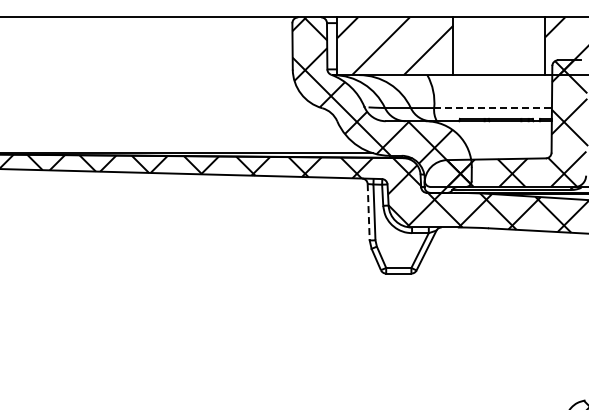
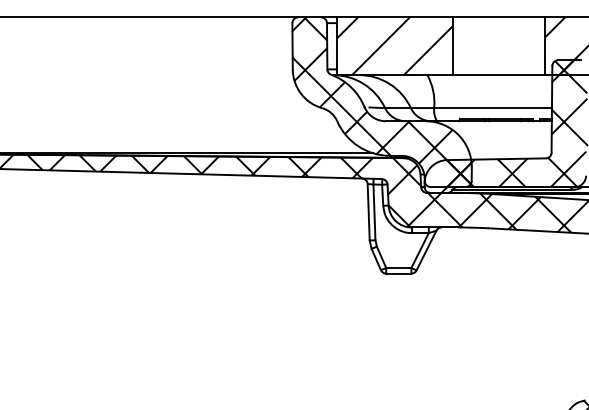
line at (493, 108): dashed -> solid
line at (368, 211): dashed -> solid
